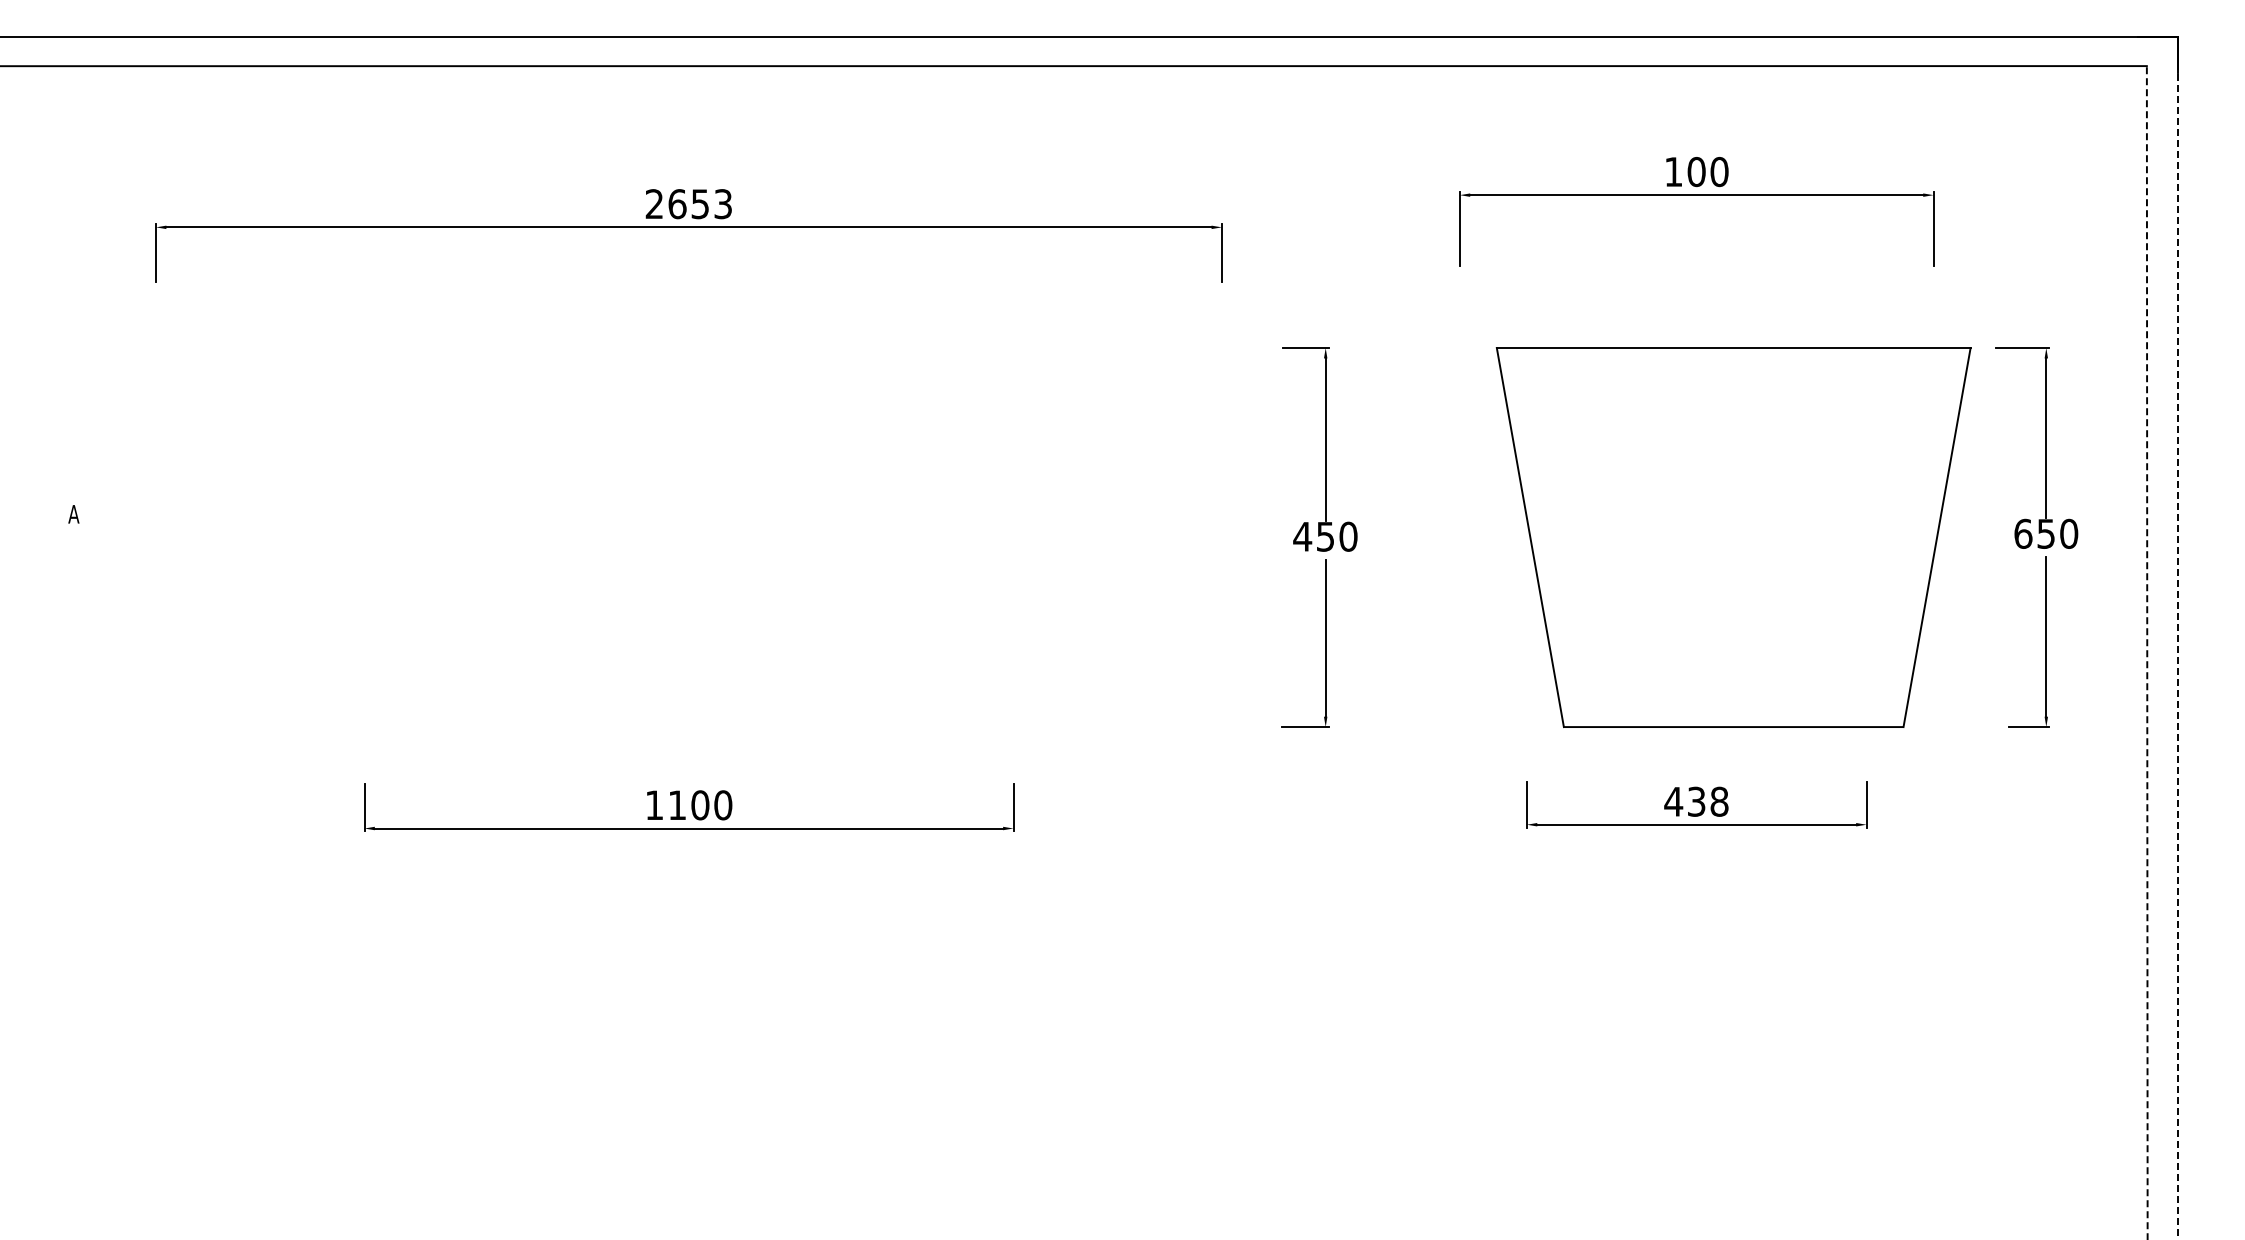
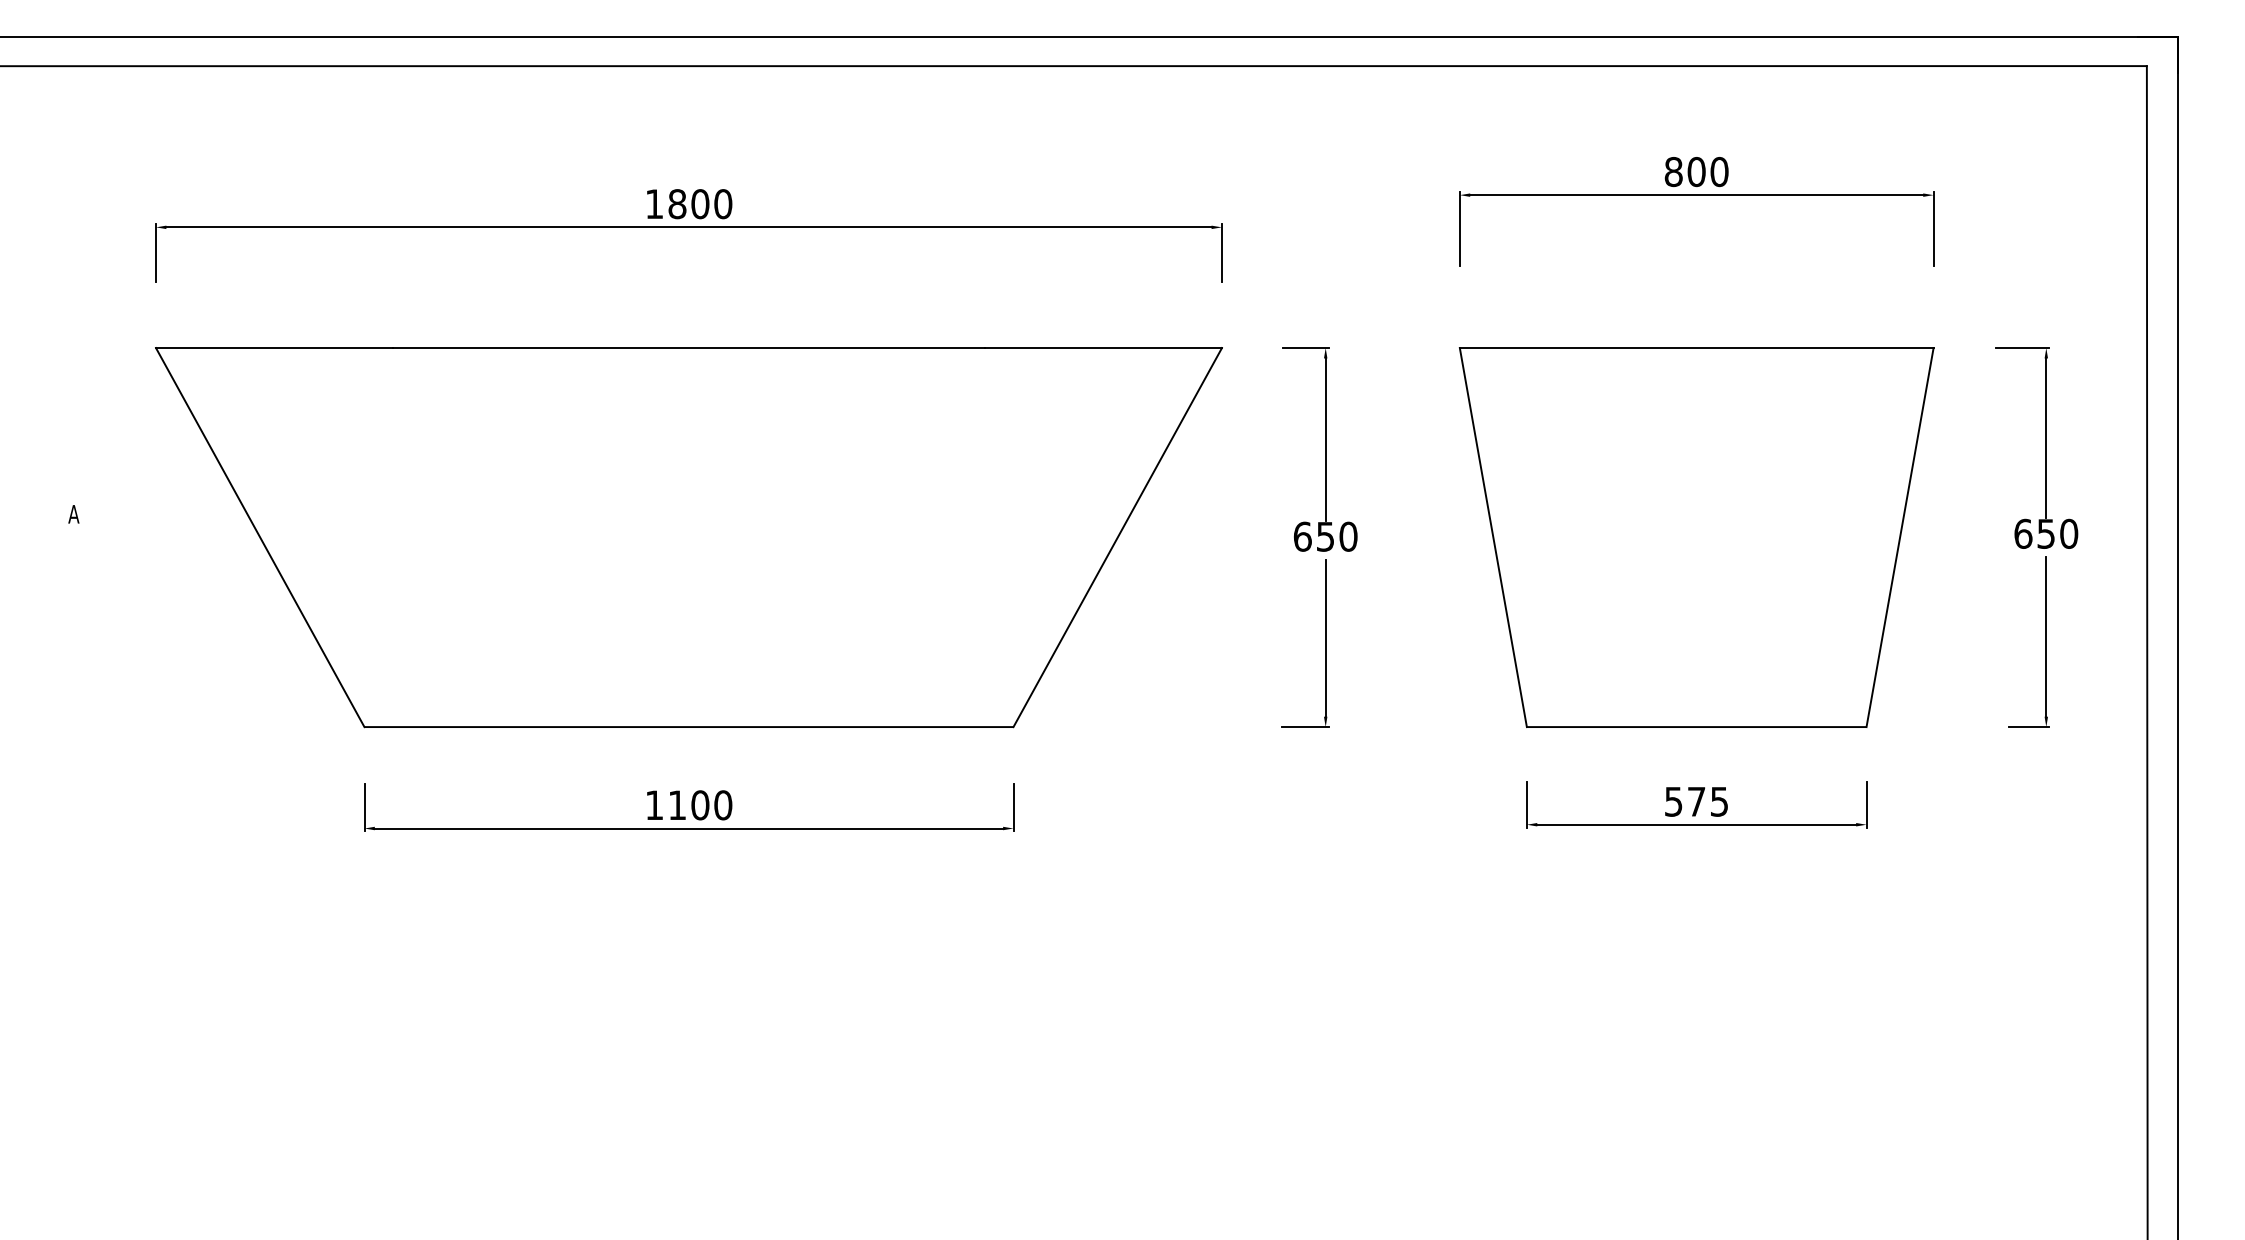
text at (1673, 172): 100 -> 800
text at (688, 204): 2653 -> 1800
text at (1302, 536): 450 -> 650
part at (688, 537): none -> present
part at (1733, 537) position: (1733, 537) -> (1696, 537)
line at (2177, 637): dashed -> solid
line at (2147, 652): dashed -> solid
text at (1696, 801): 438 -> 575
